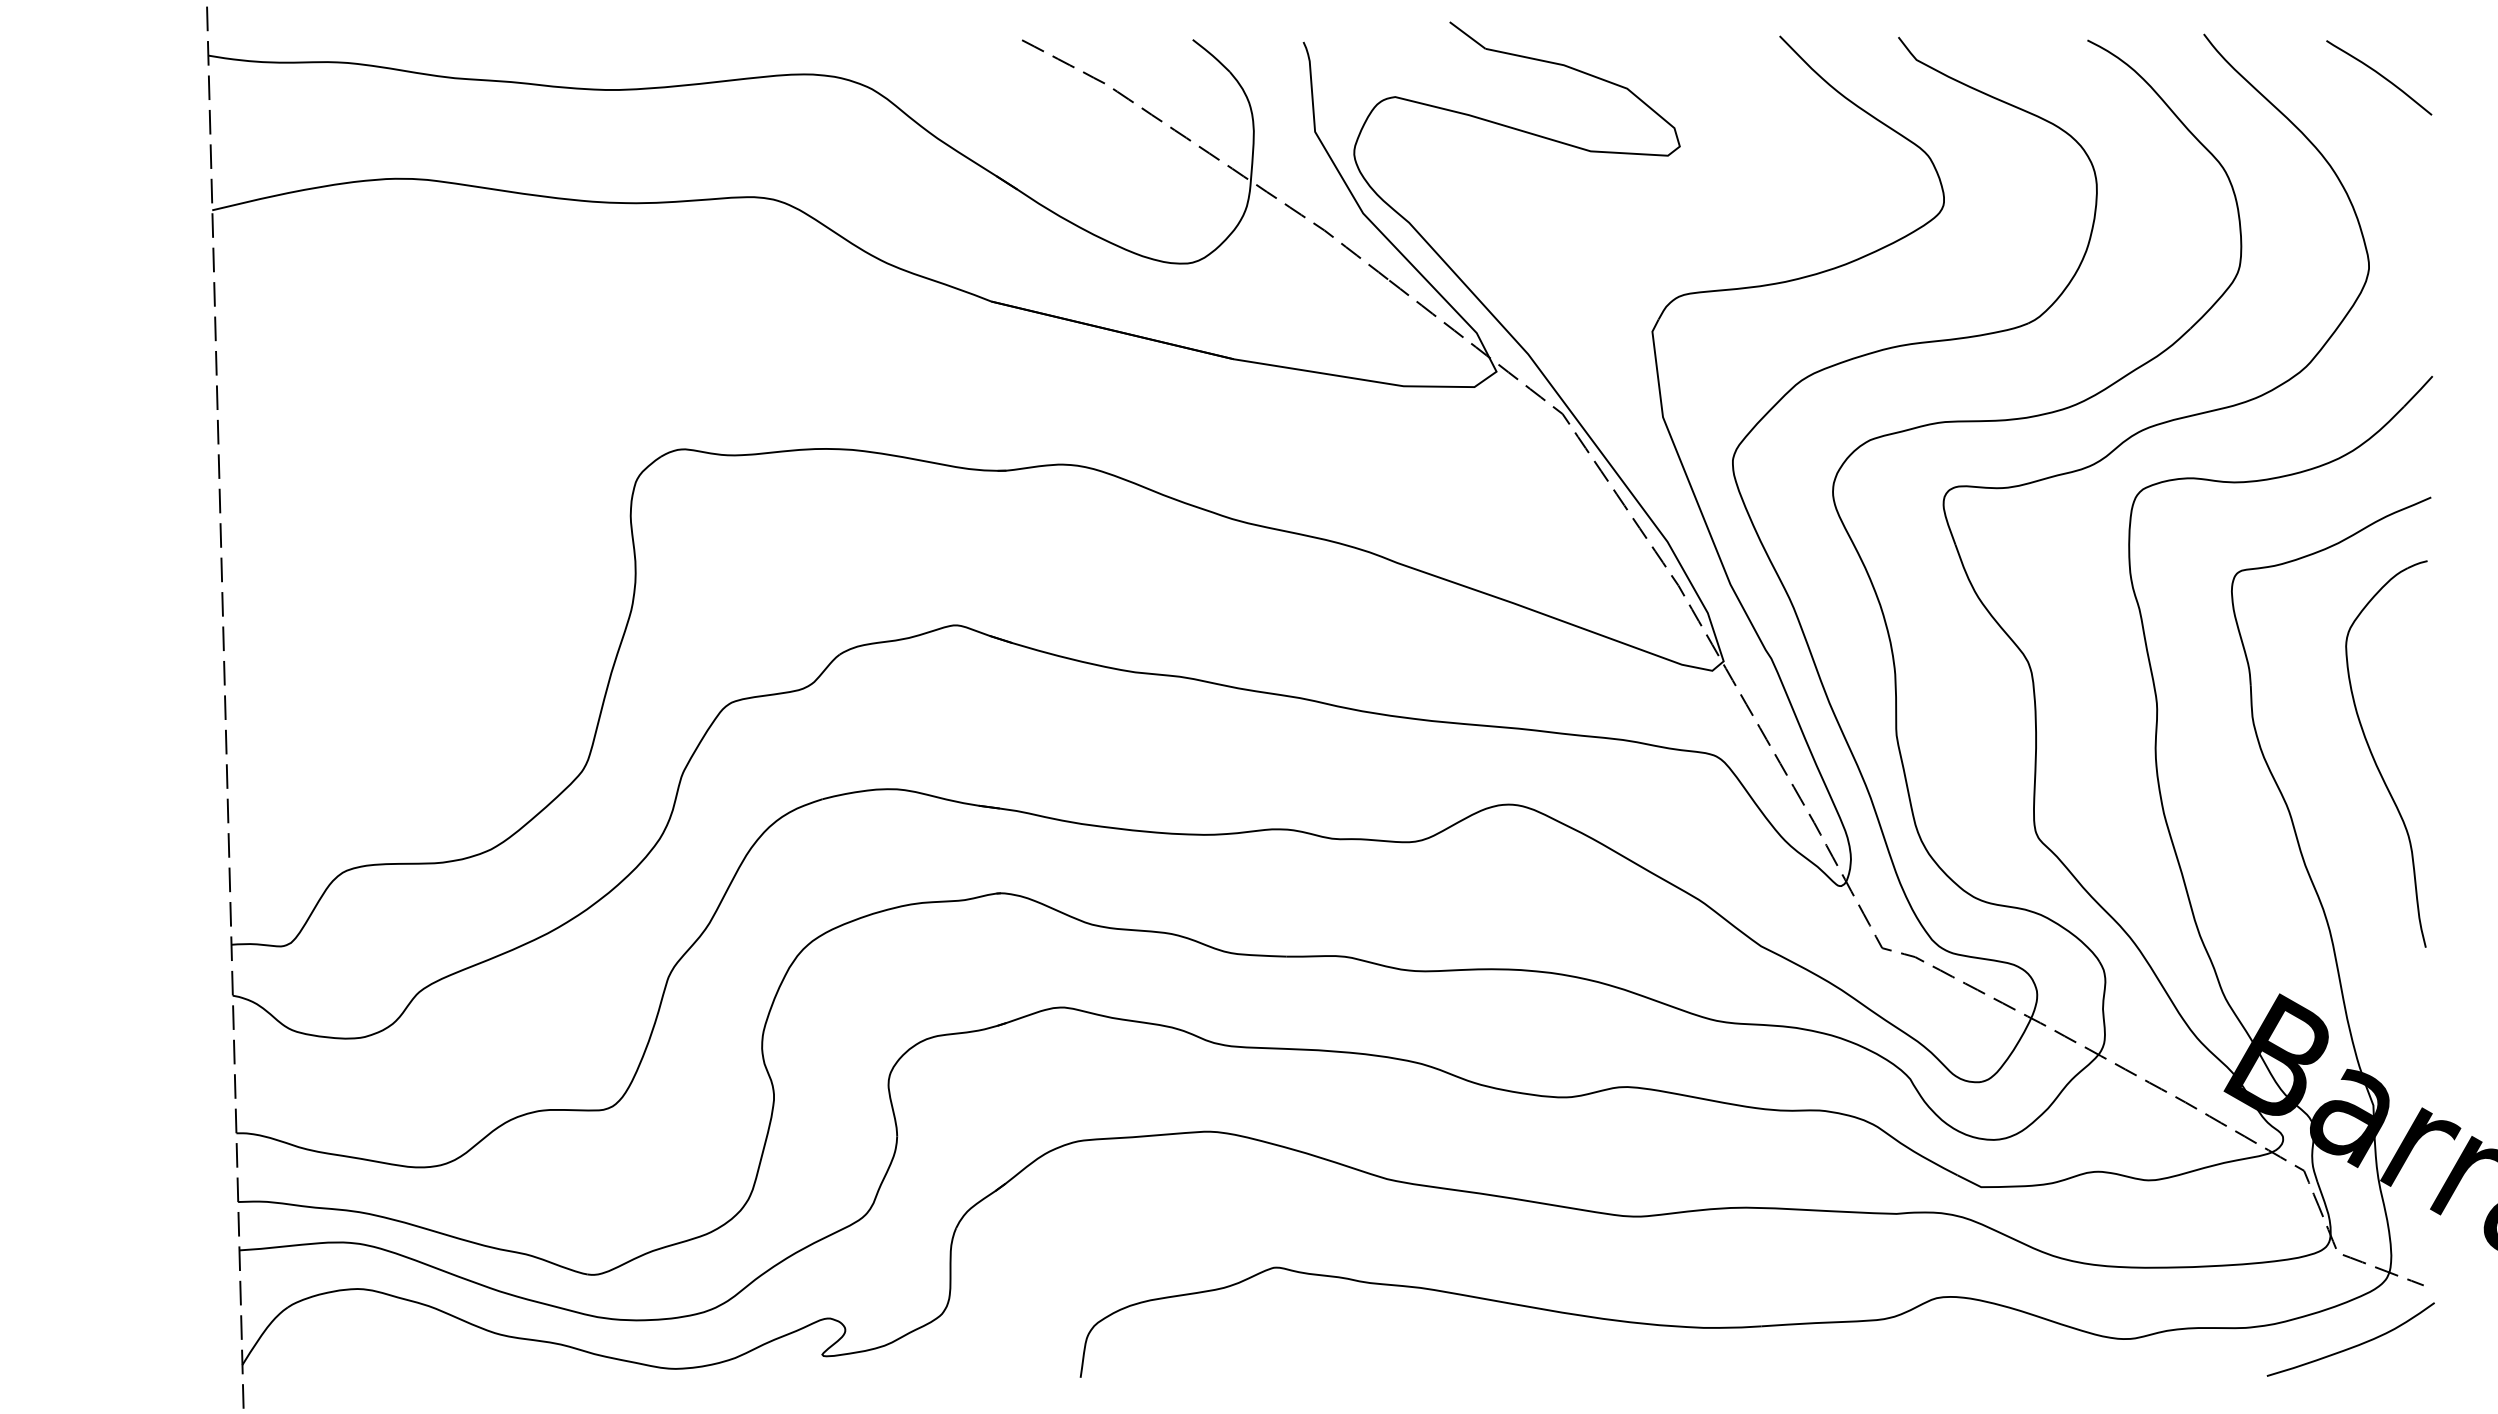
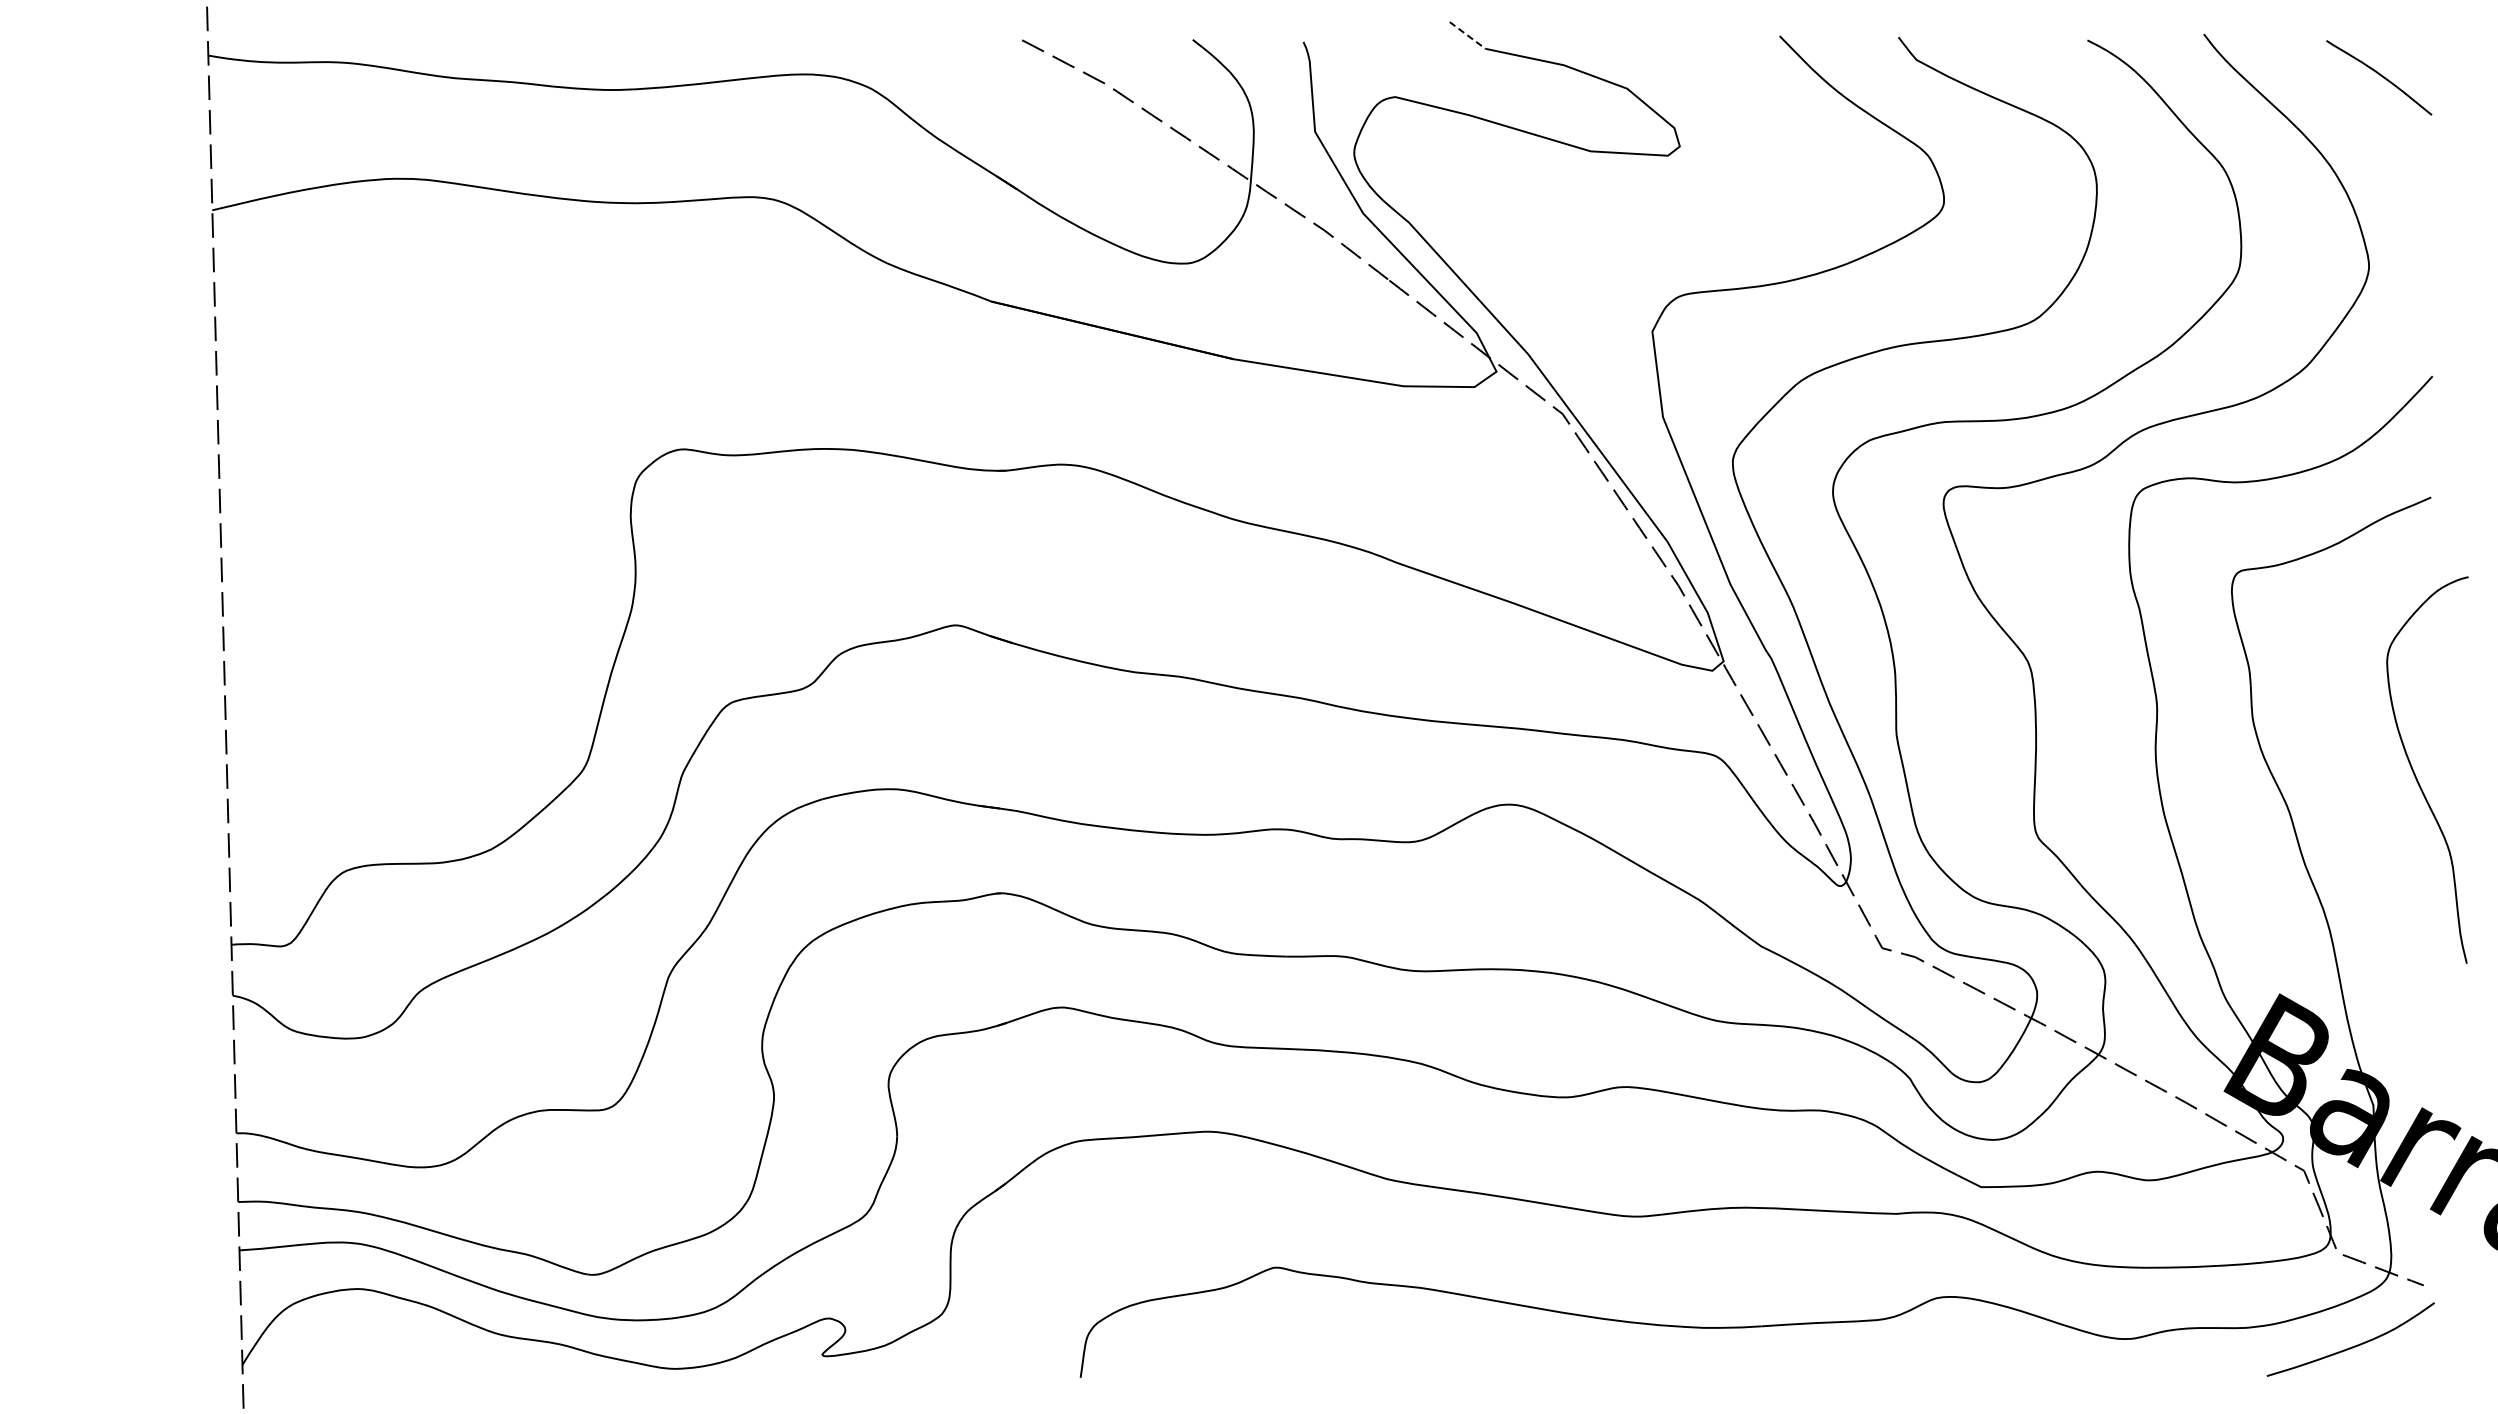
line at (1468, 35): solid -> dashed
part at (2374, 757) position: (2374, 757) -> (2415, 773)
